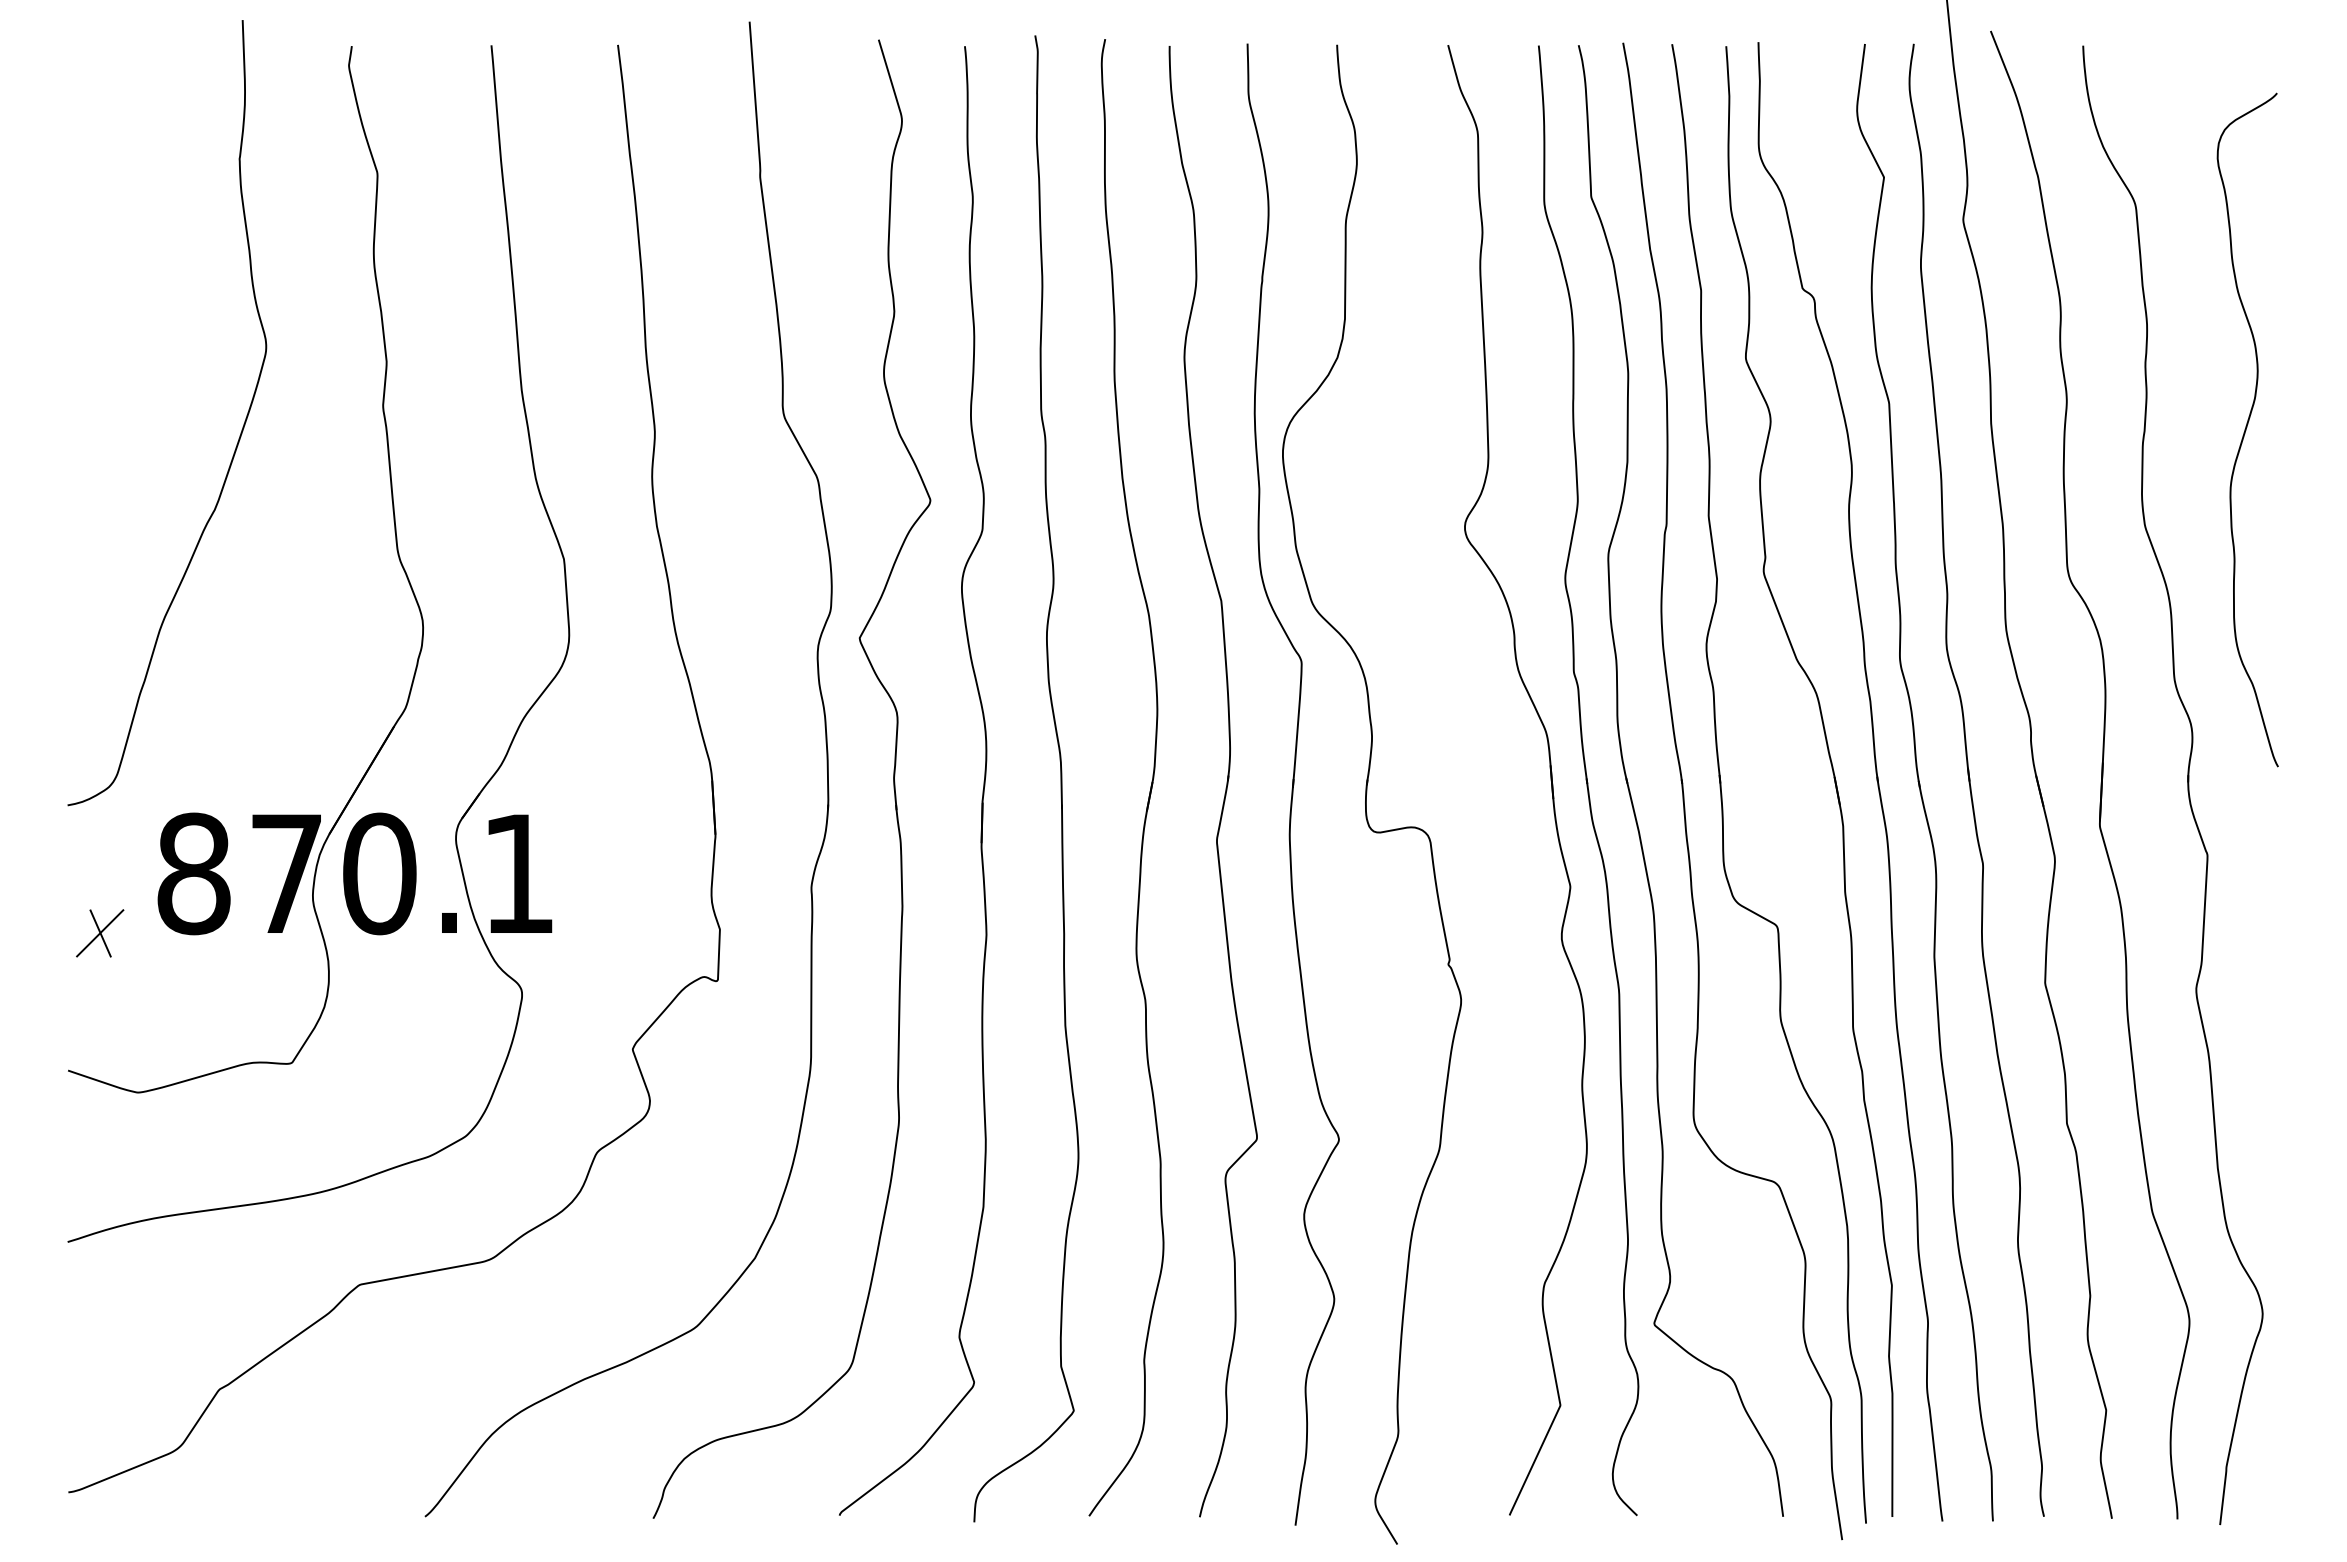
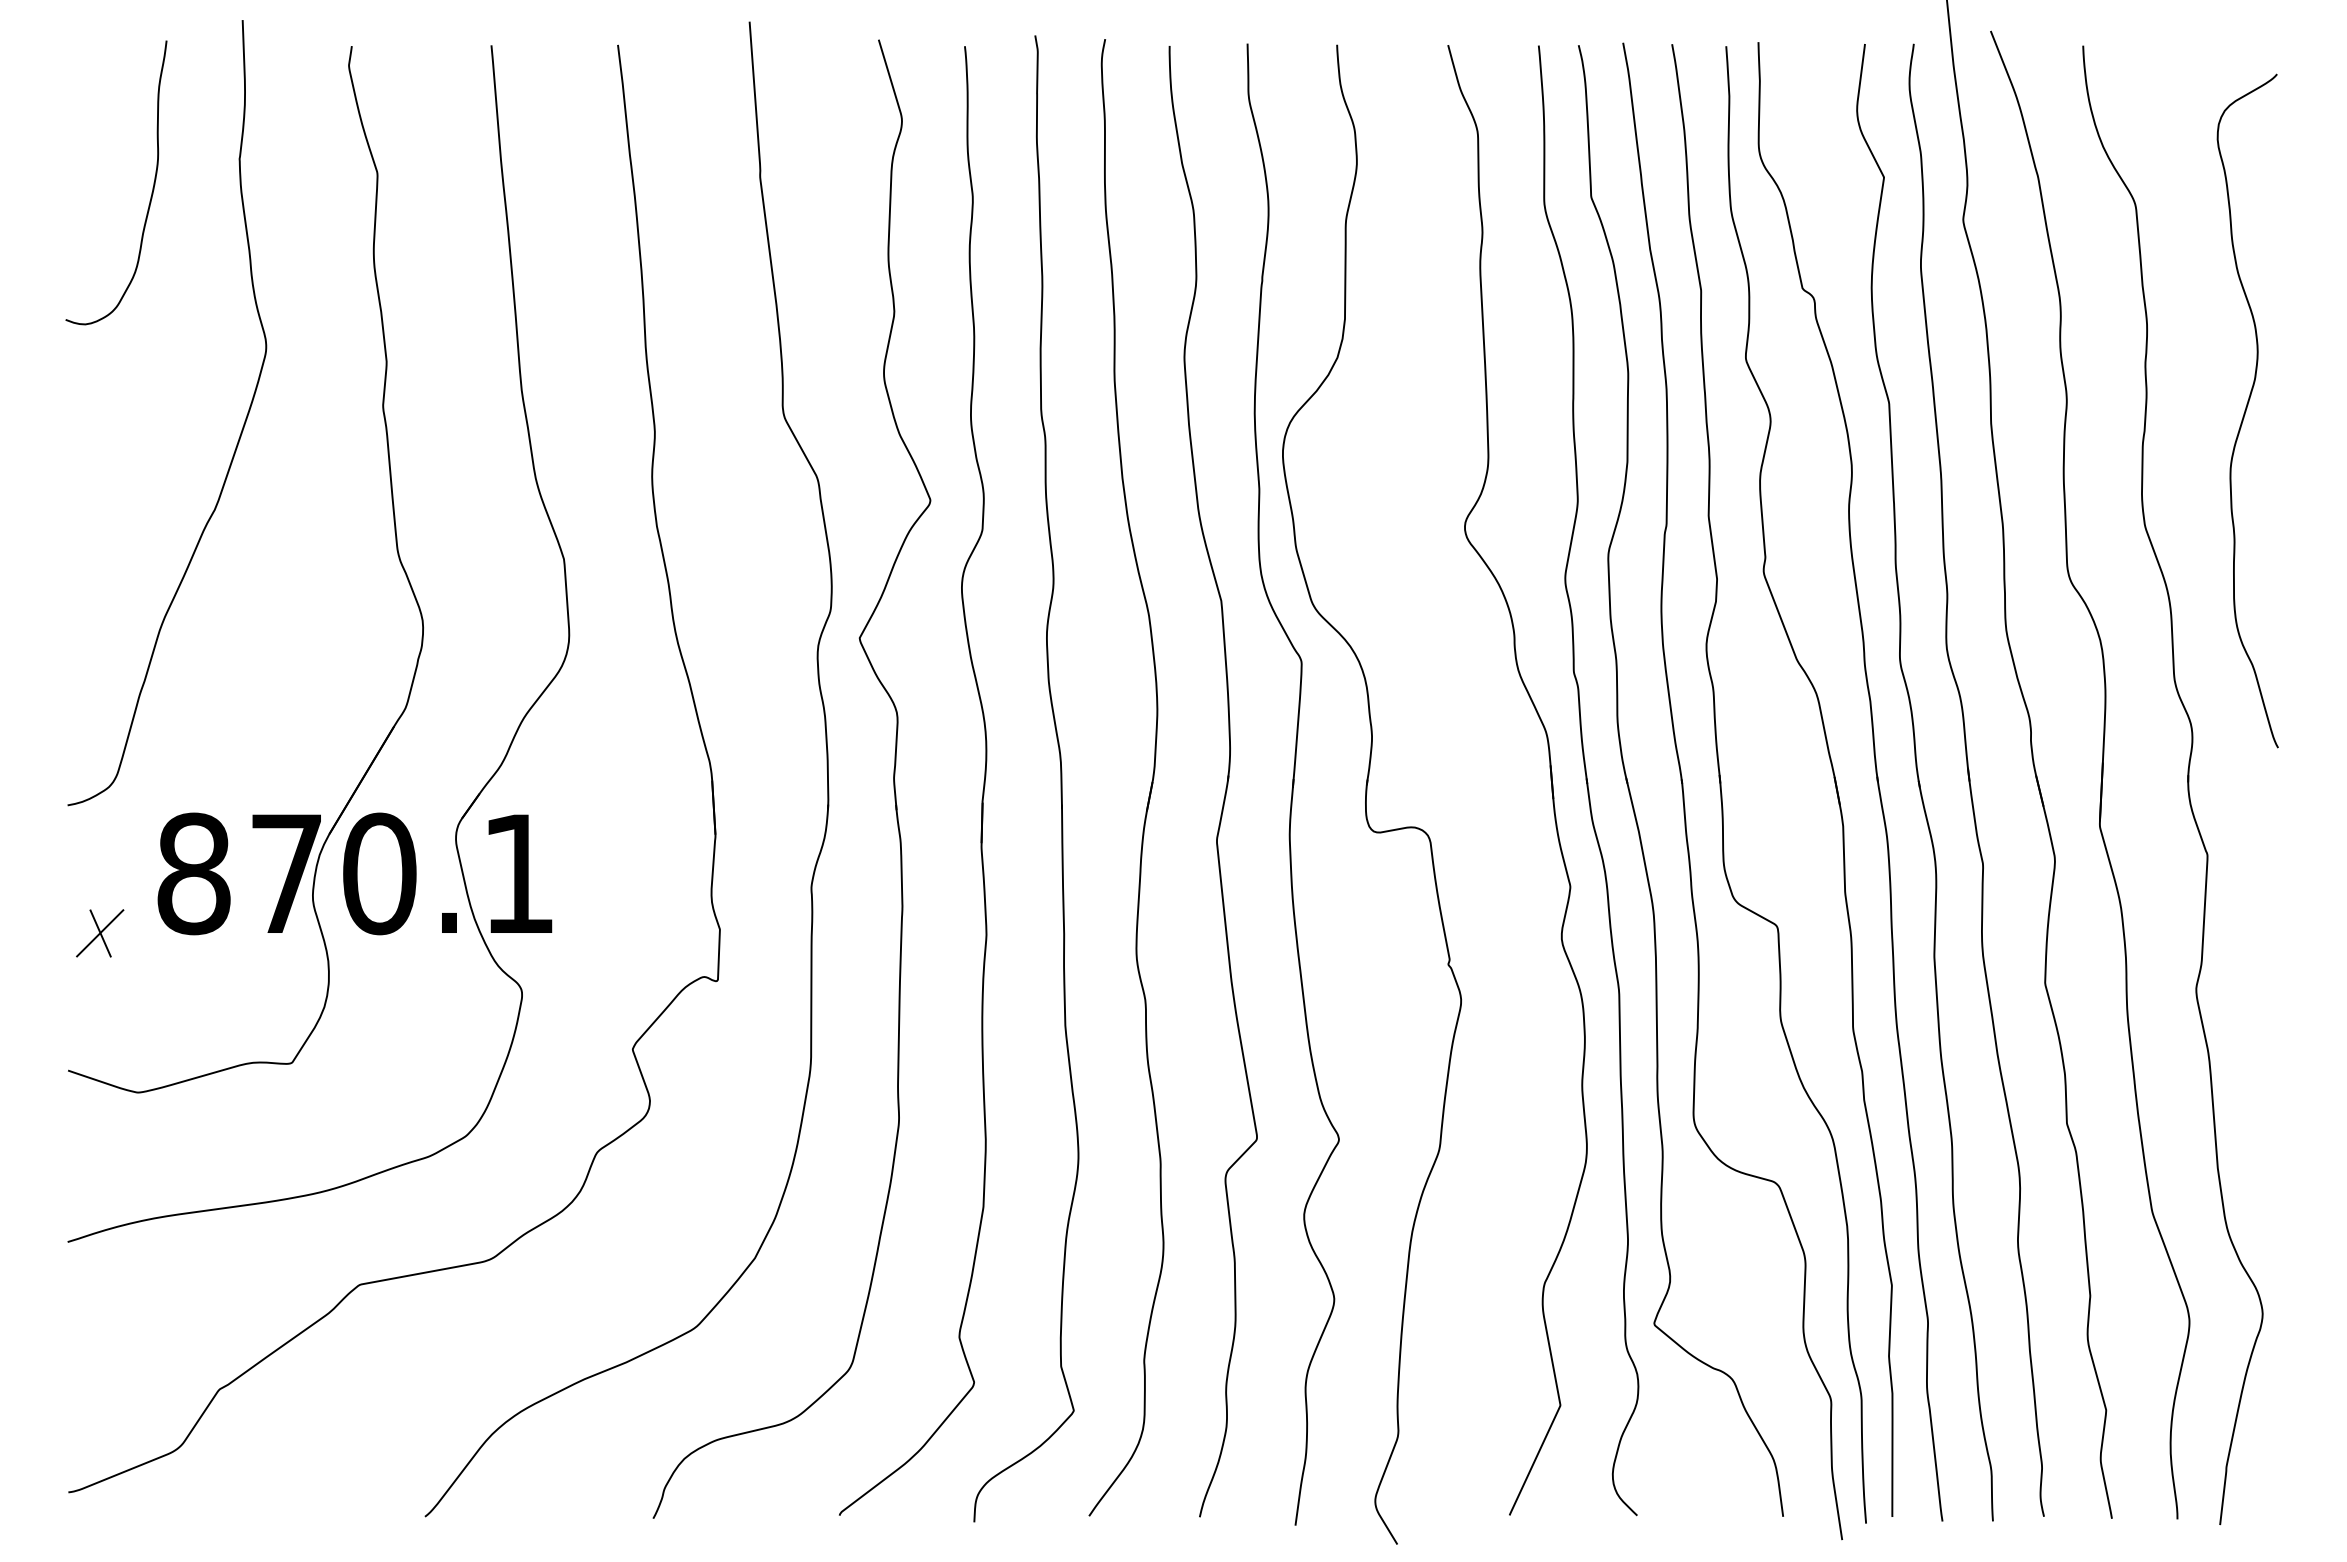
curve at (152, 187): none -> present
curve at (2246, 429) position: (2246, 429) -> (2246, 410)
